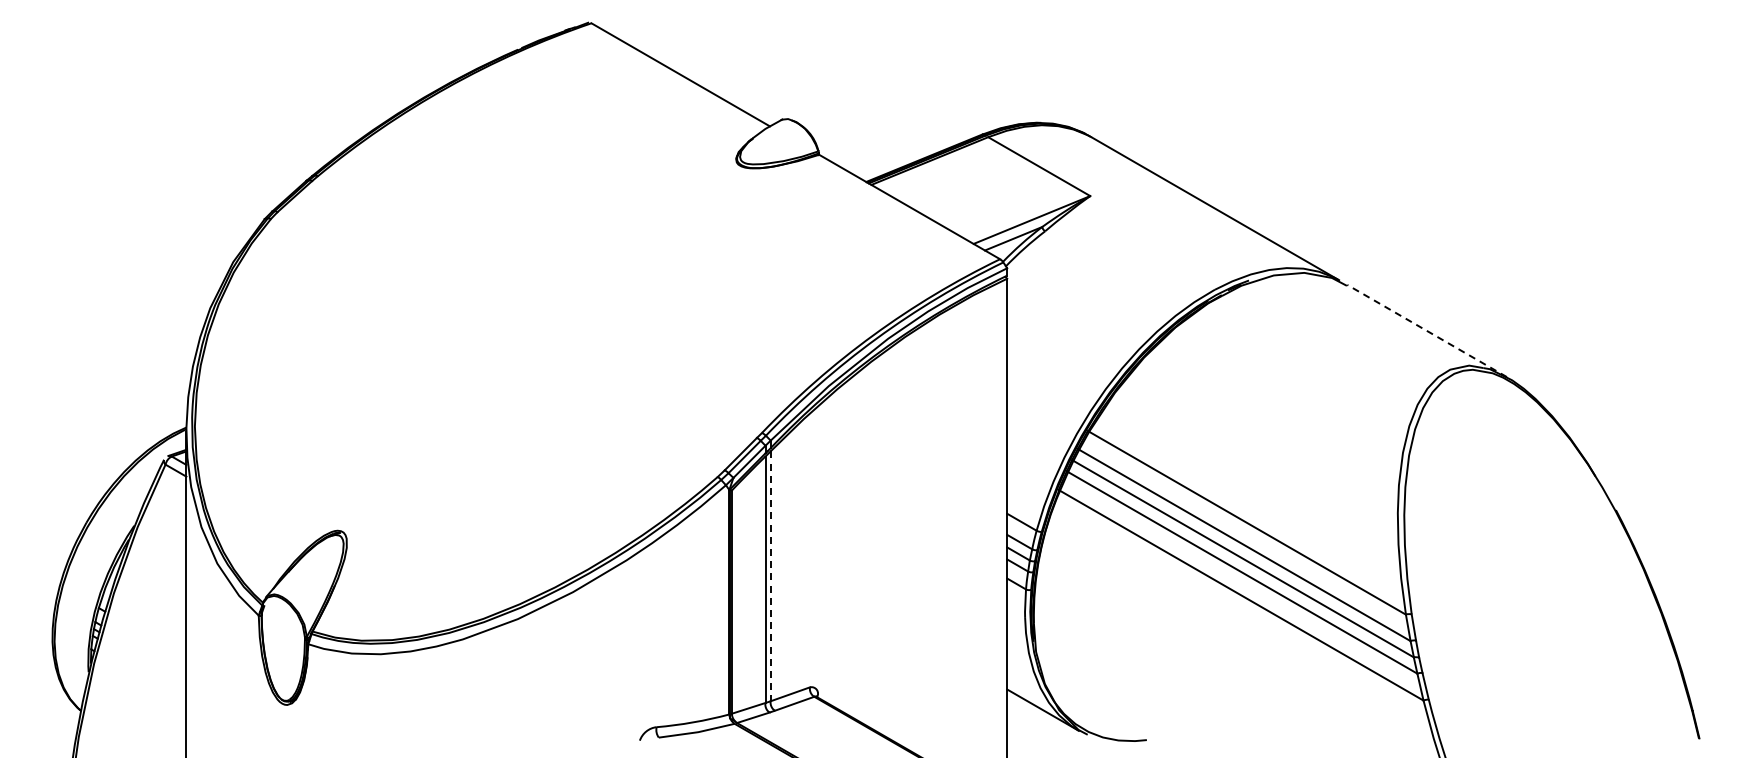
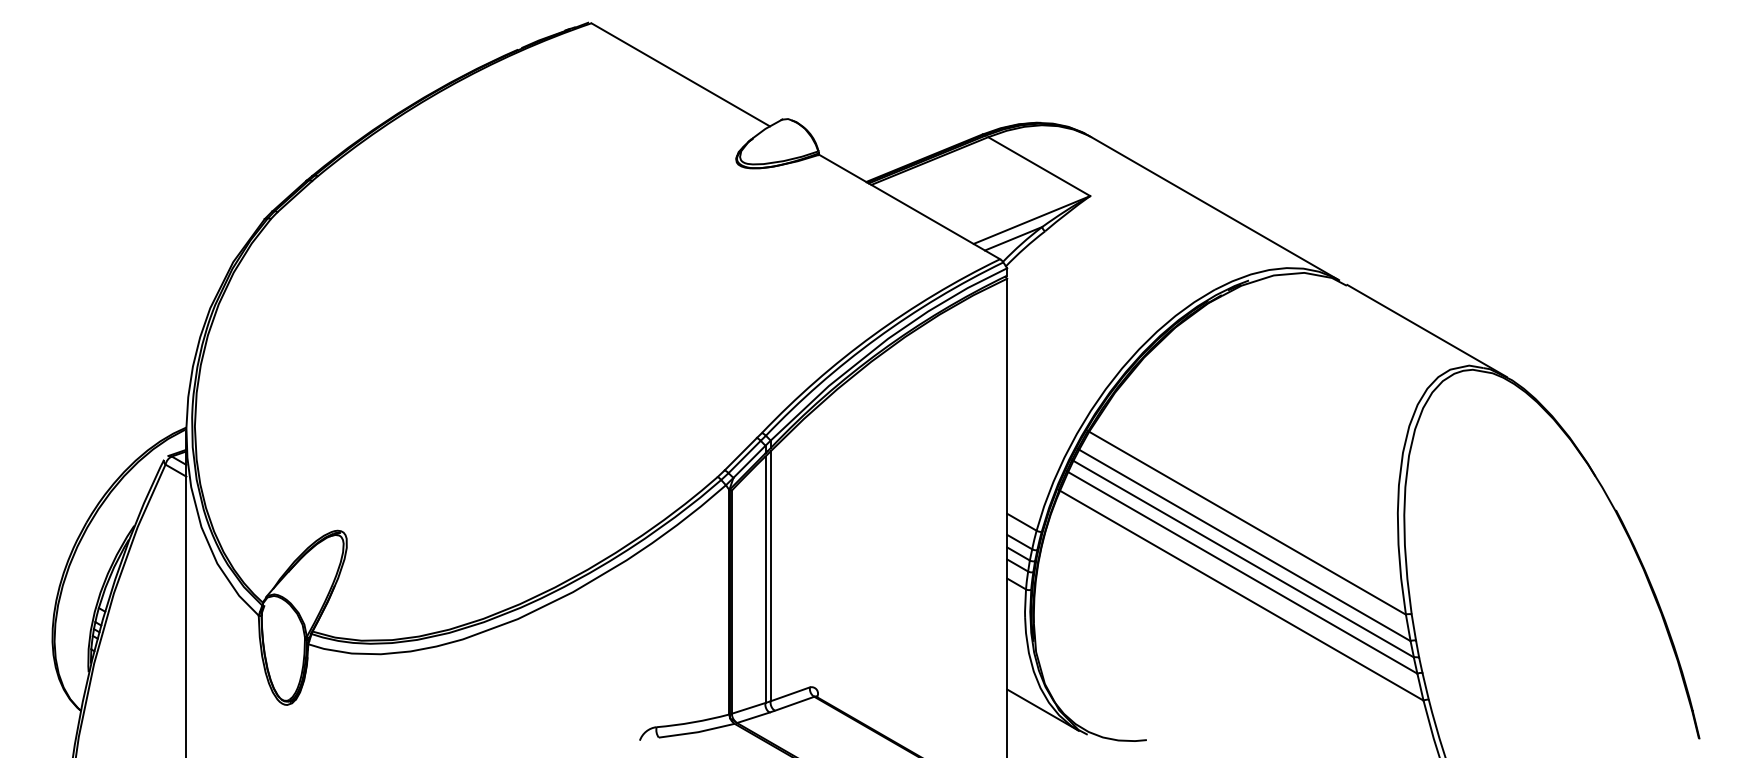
line at (1426, 330): dashed -> solid
line at (770, 576): dashed -> solid
